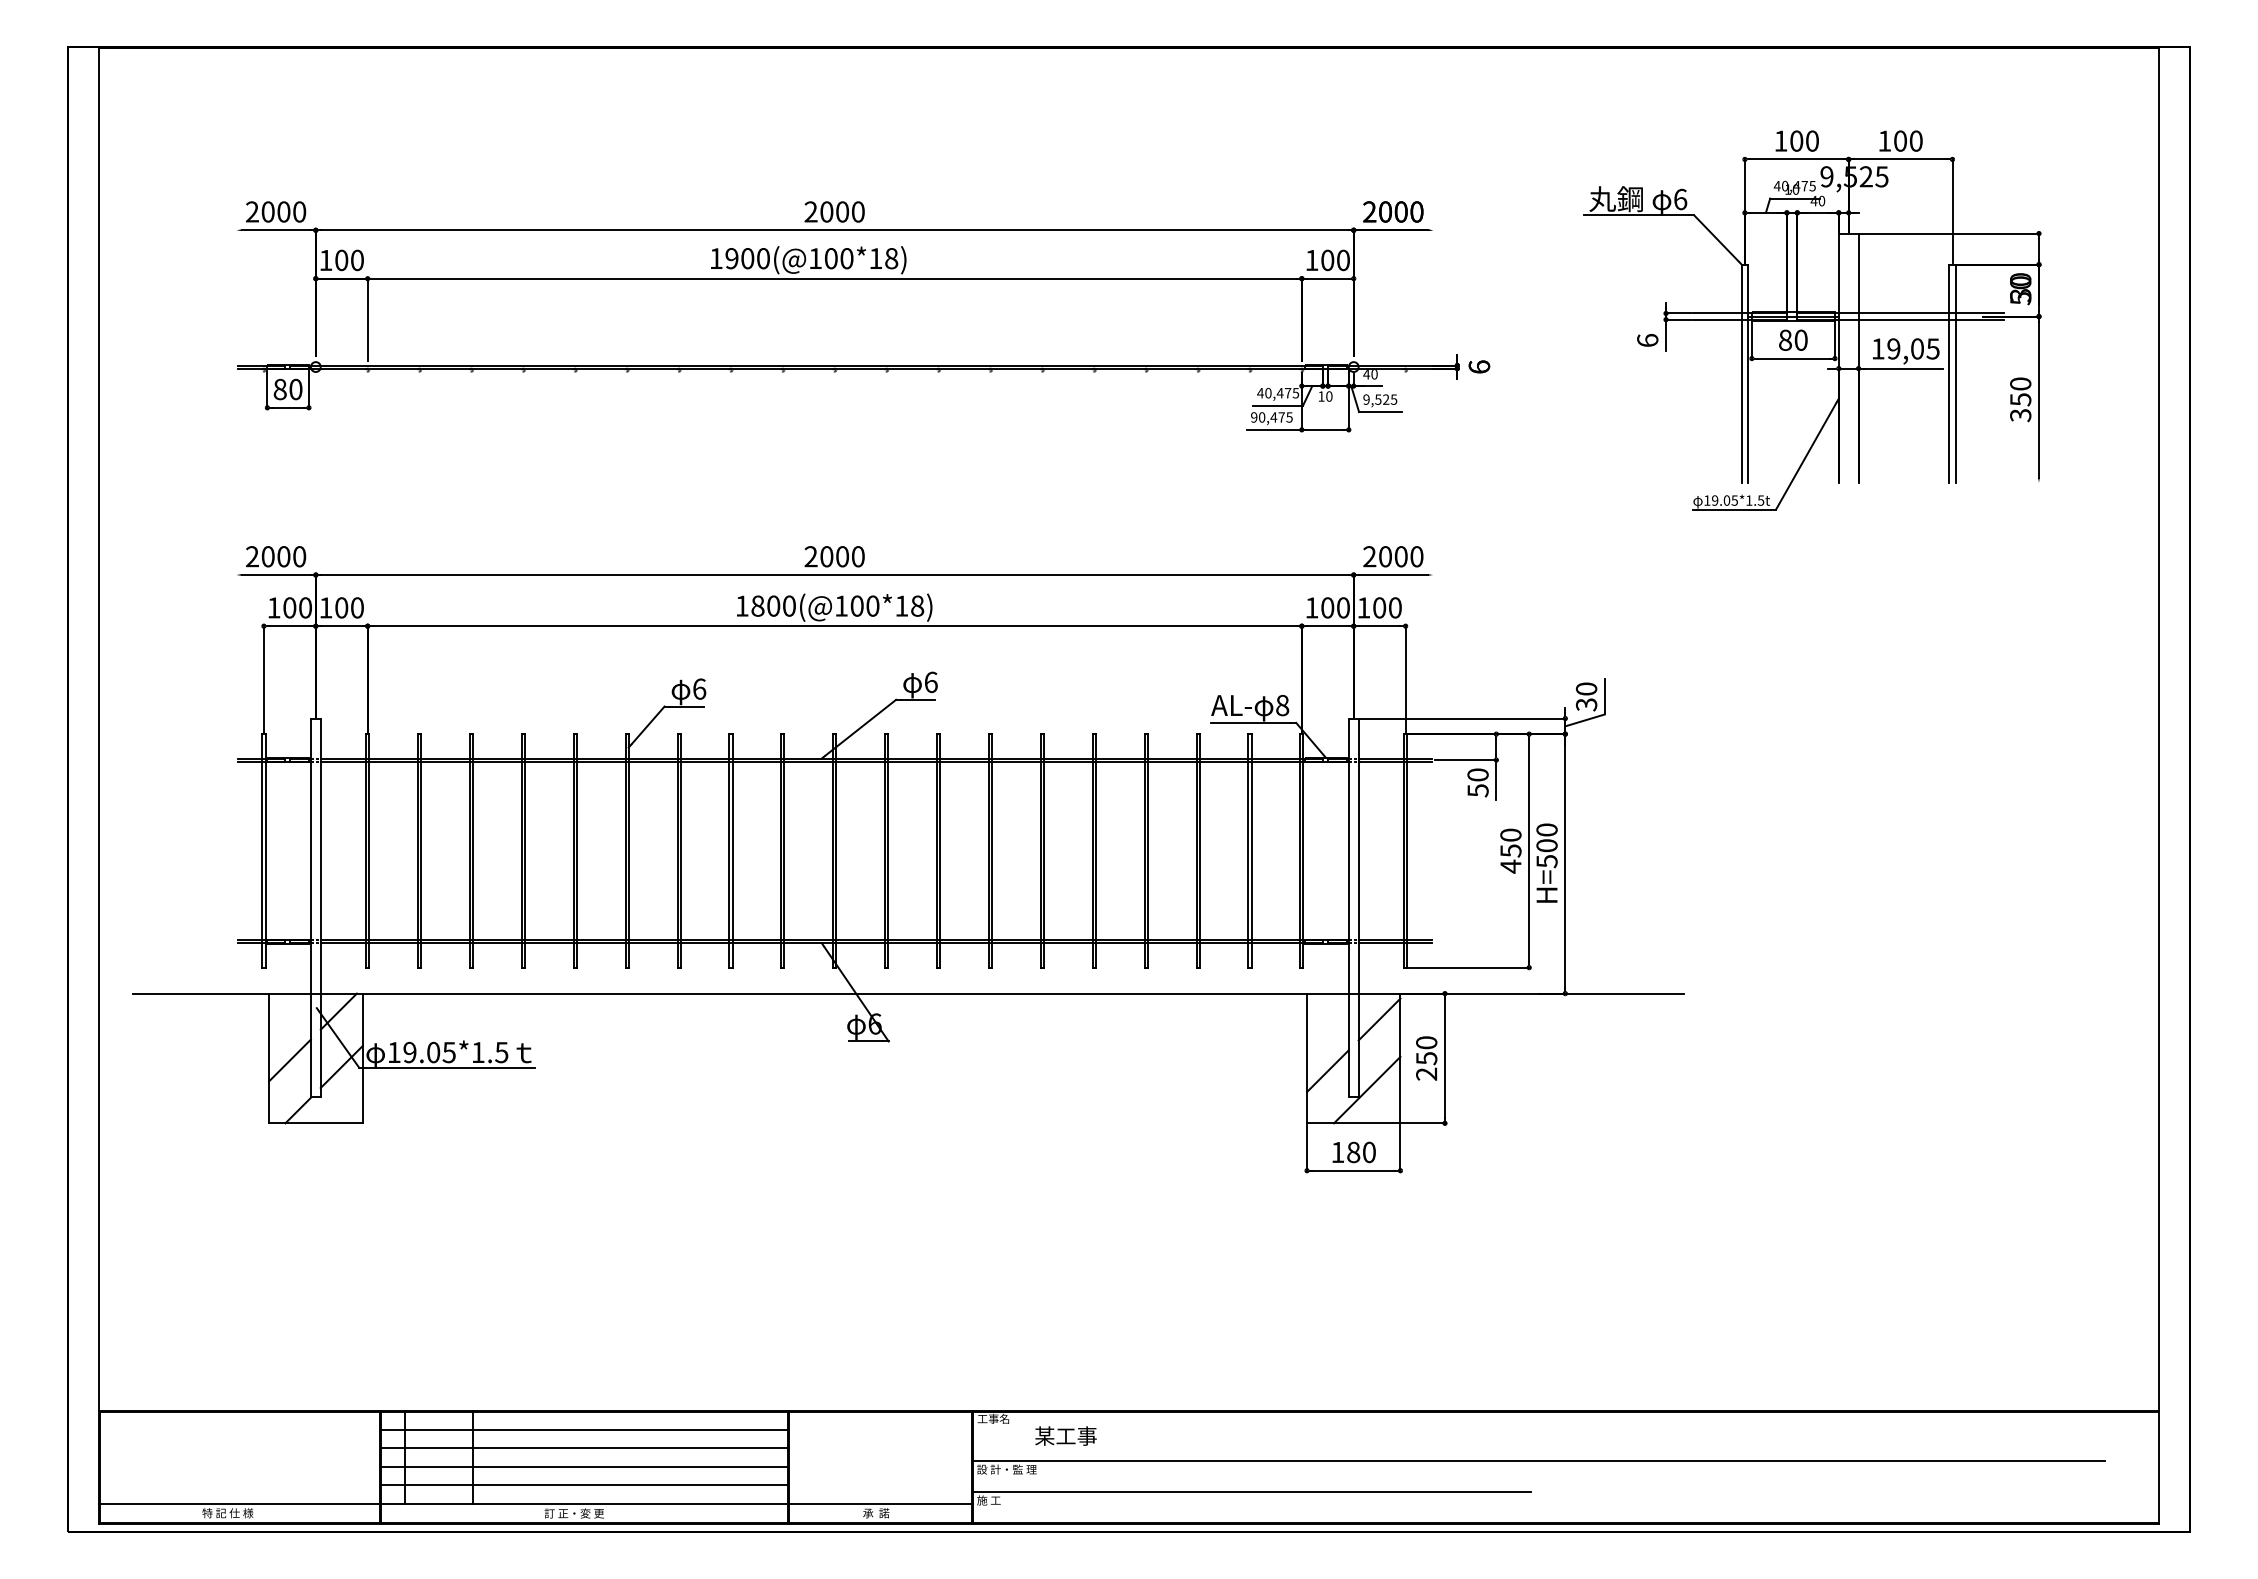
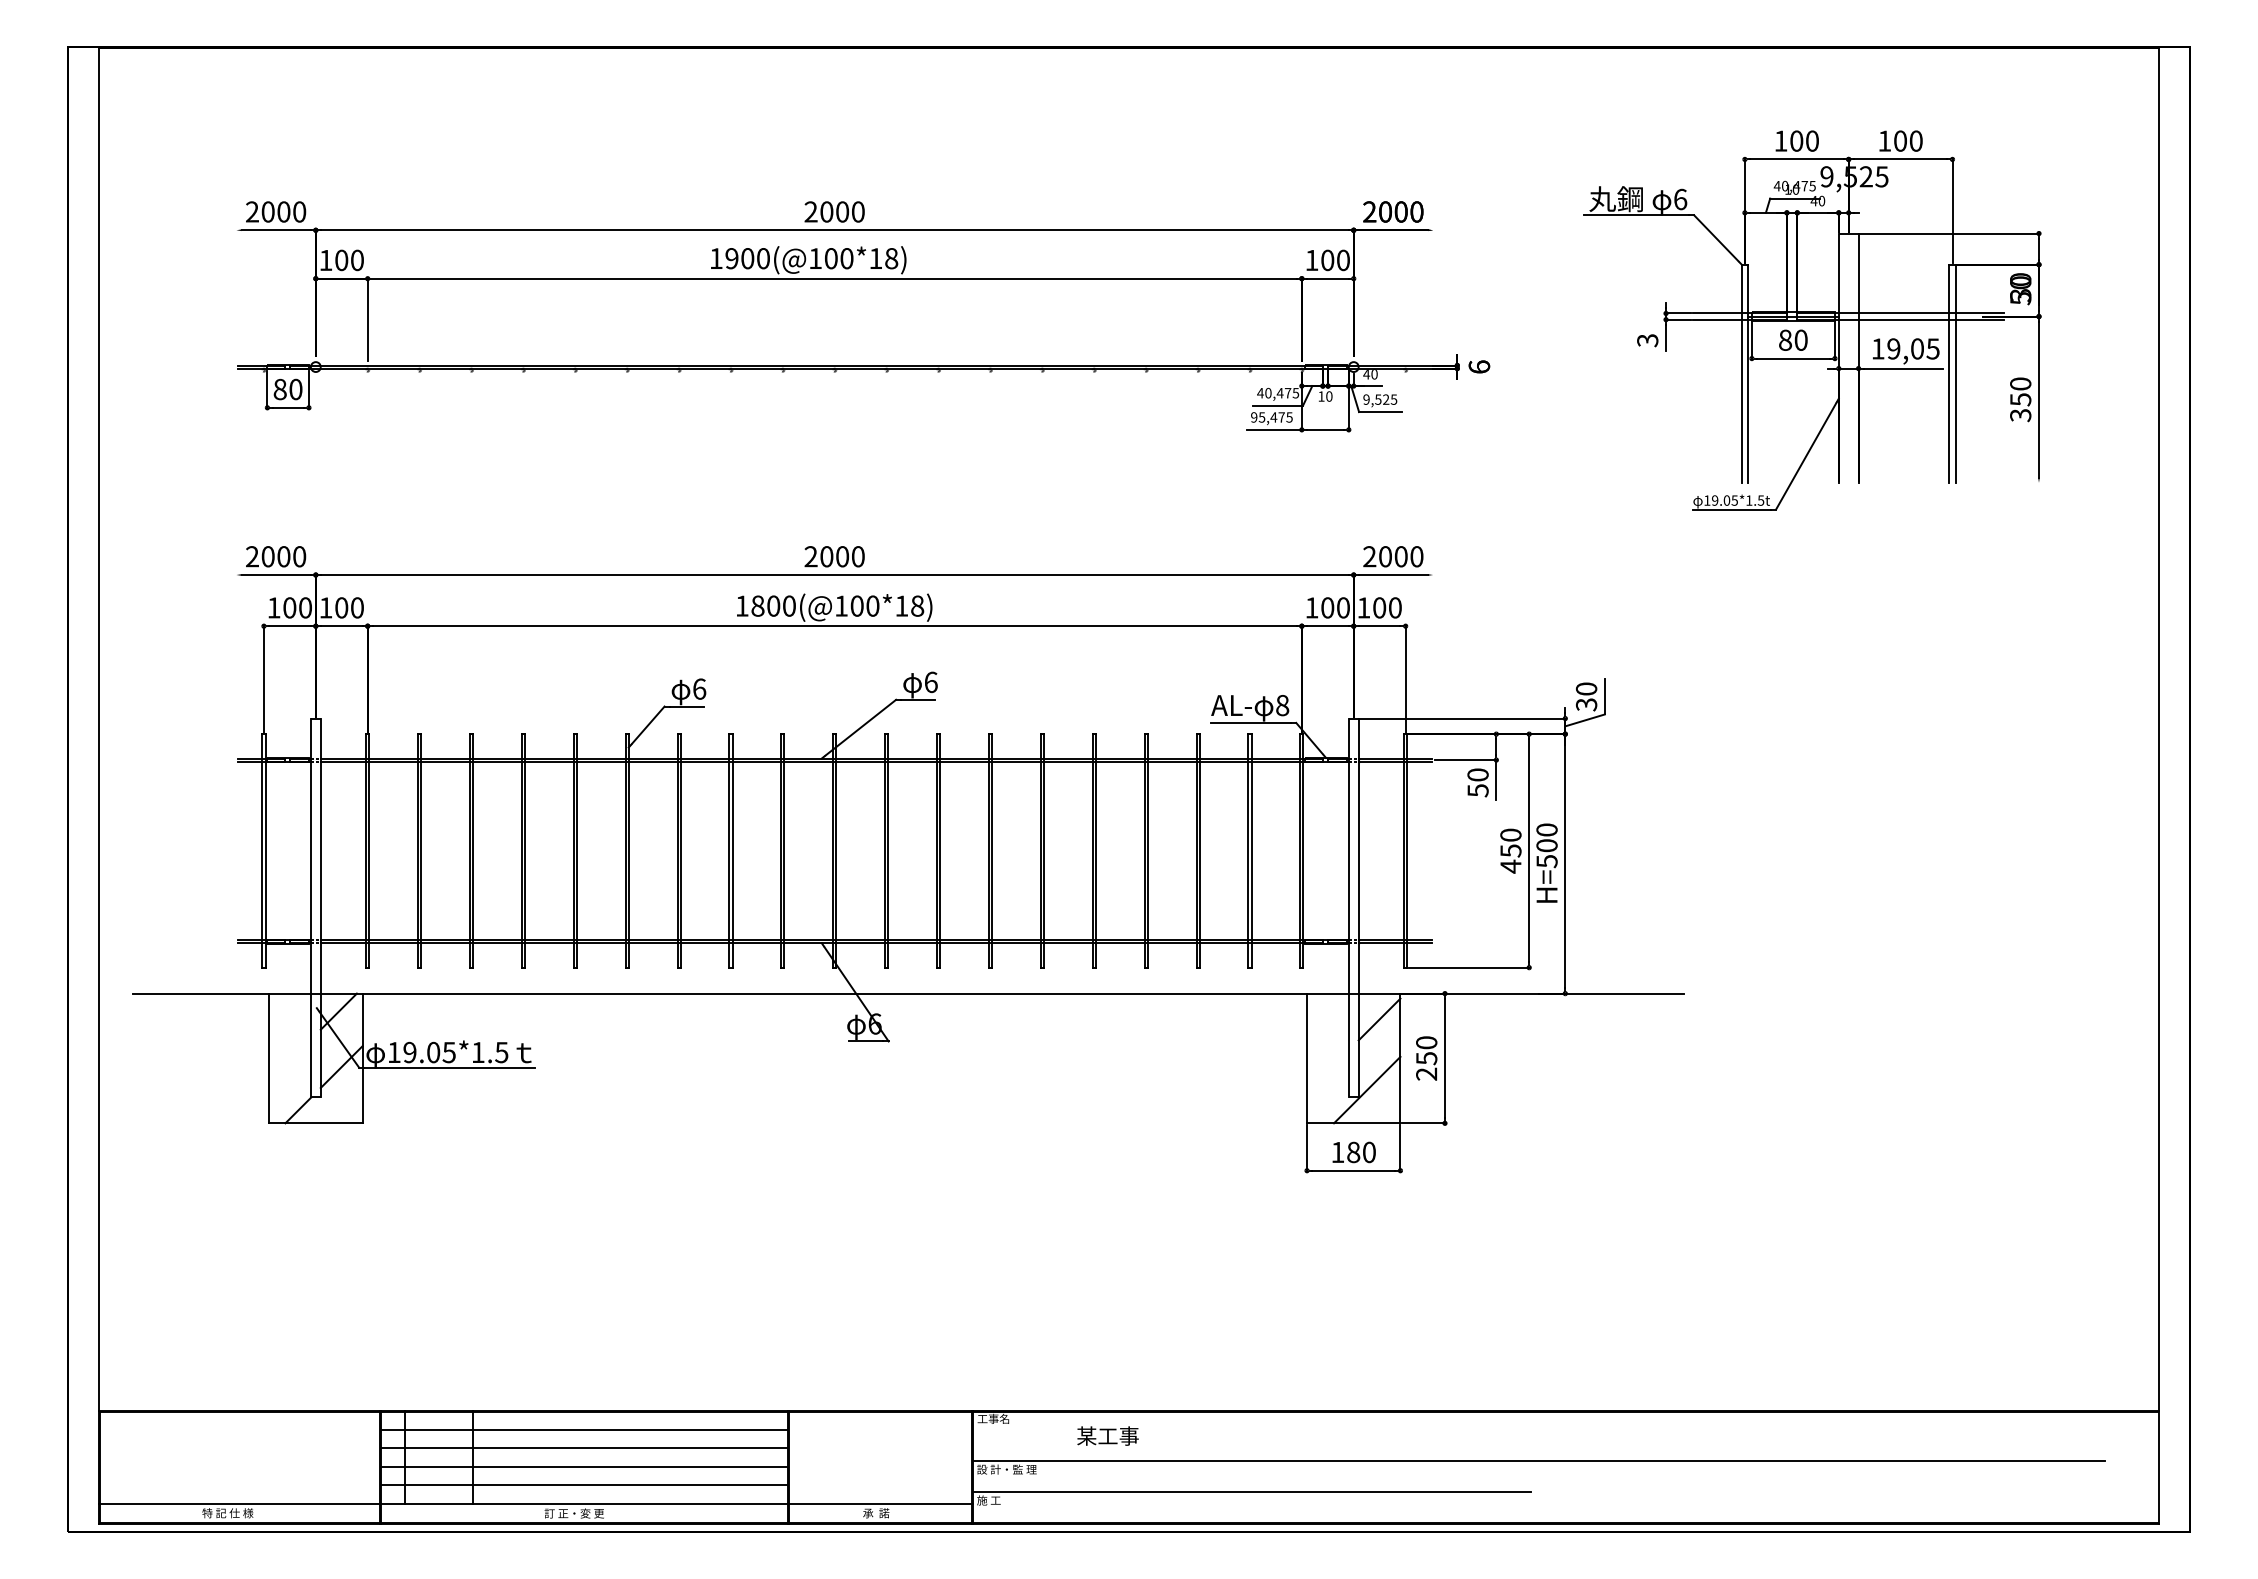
text at (1647, 340): 6 -> 3
text at (1261, 417): 90,475 -> 95,475
line at (289, 1060): present -> none
line at (1327, 1071): present -> none
text at (1065, 1435) position: (1065, 1435) -> (1107, 1435)
